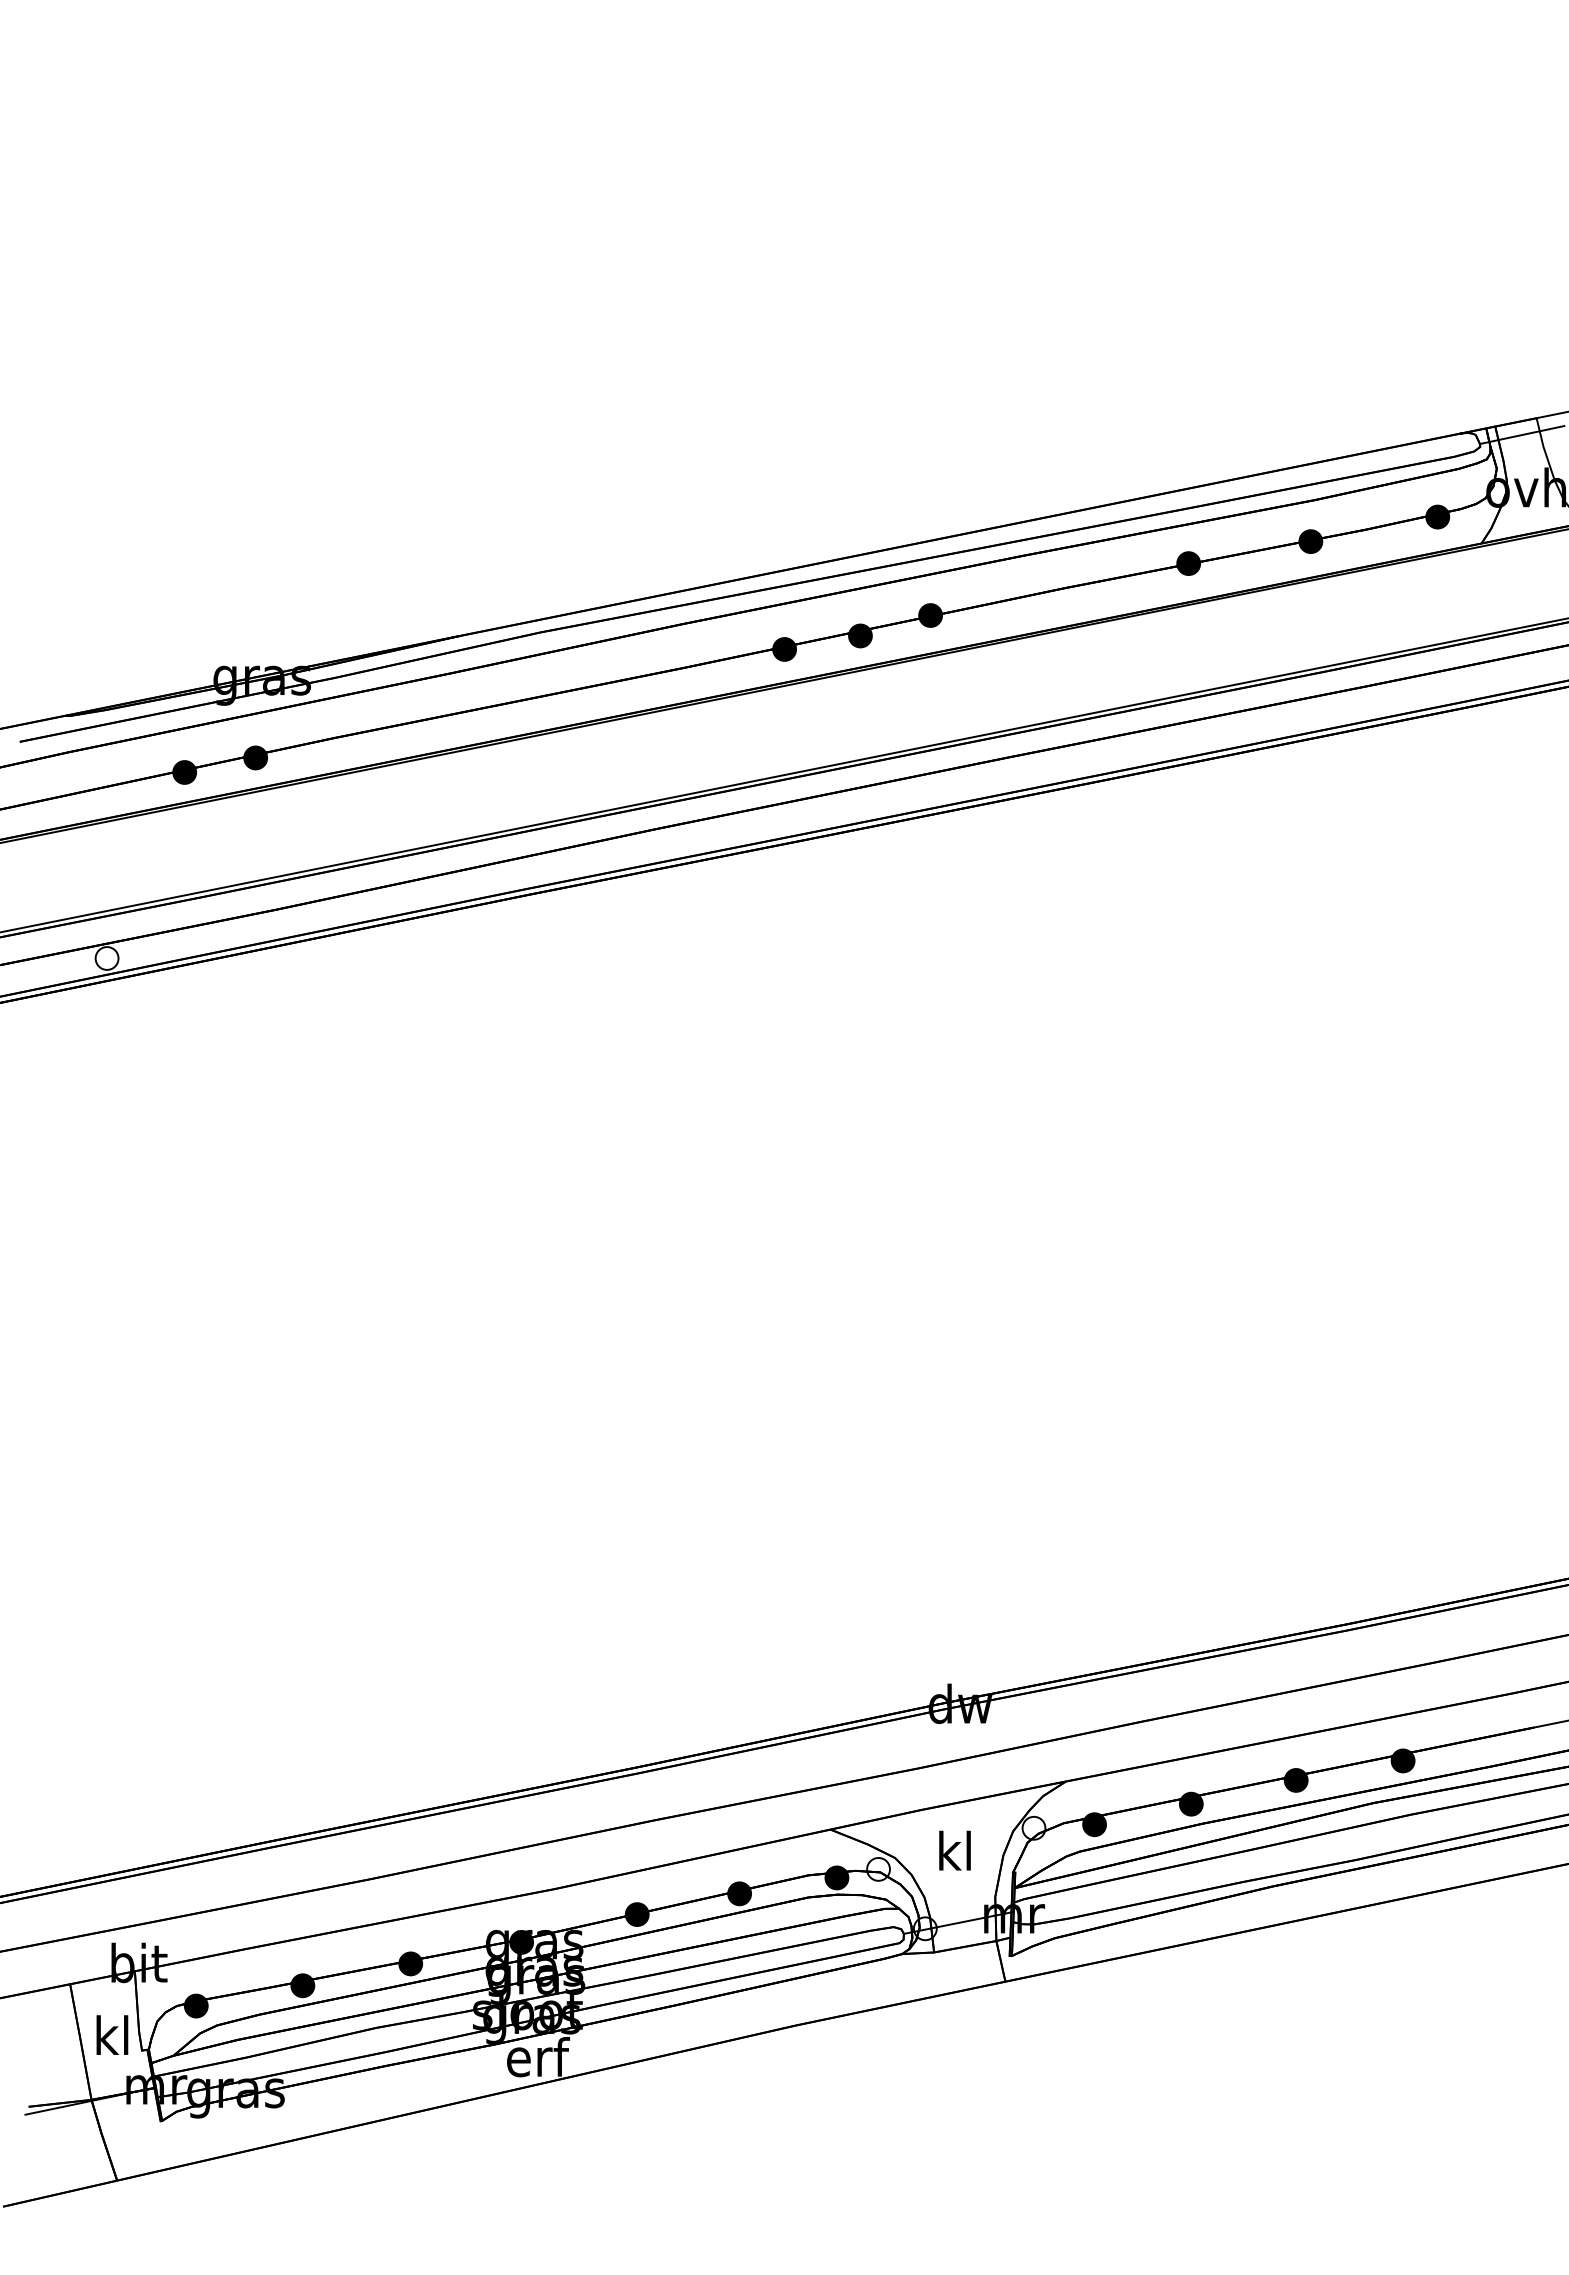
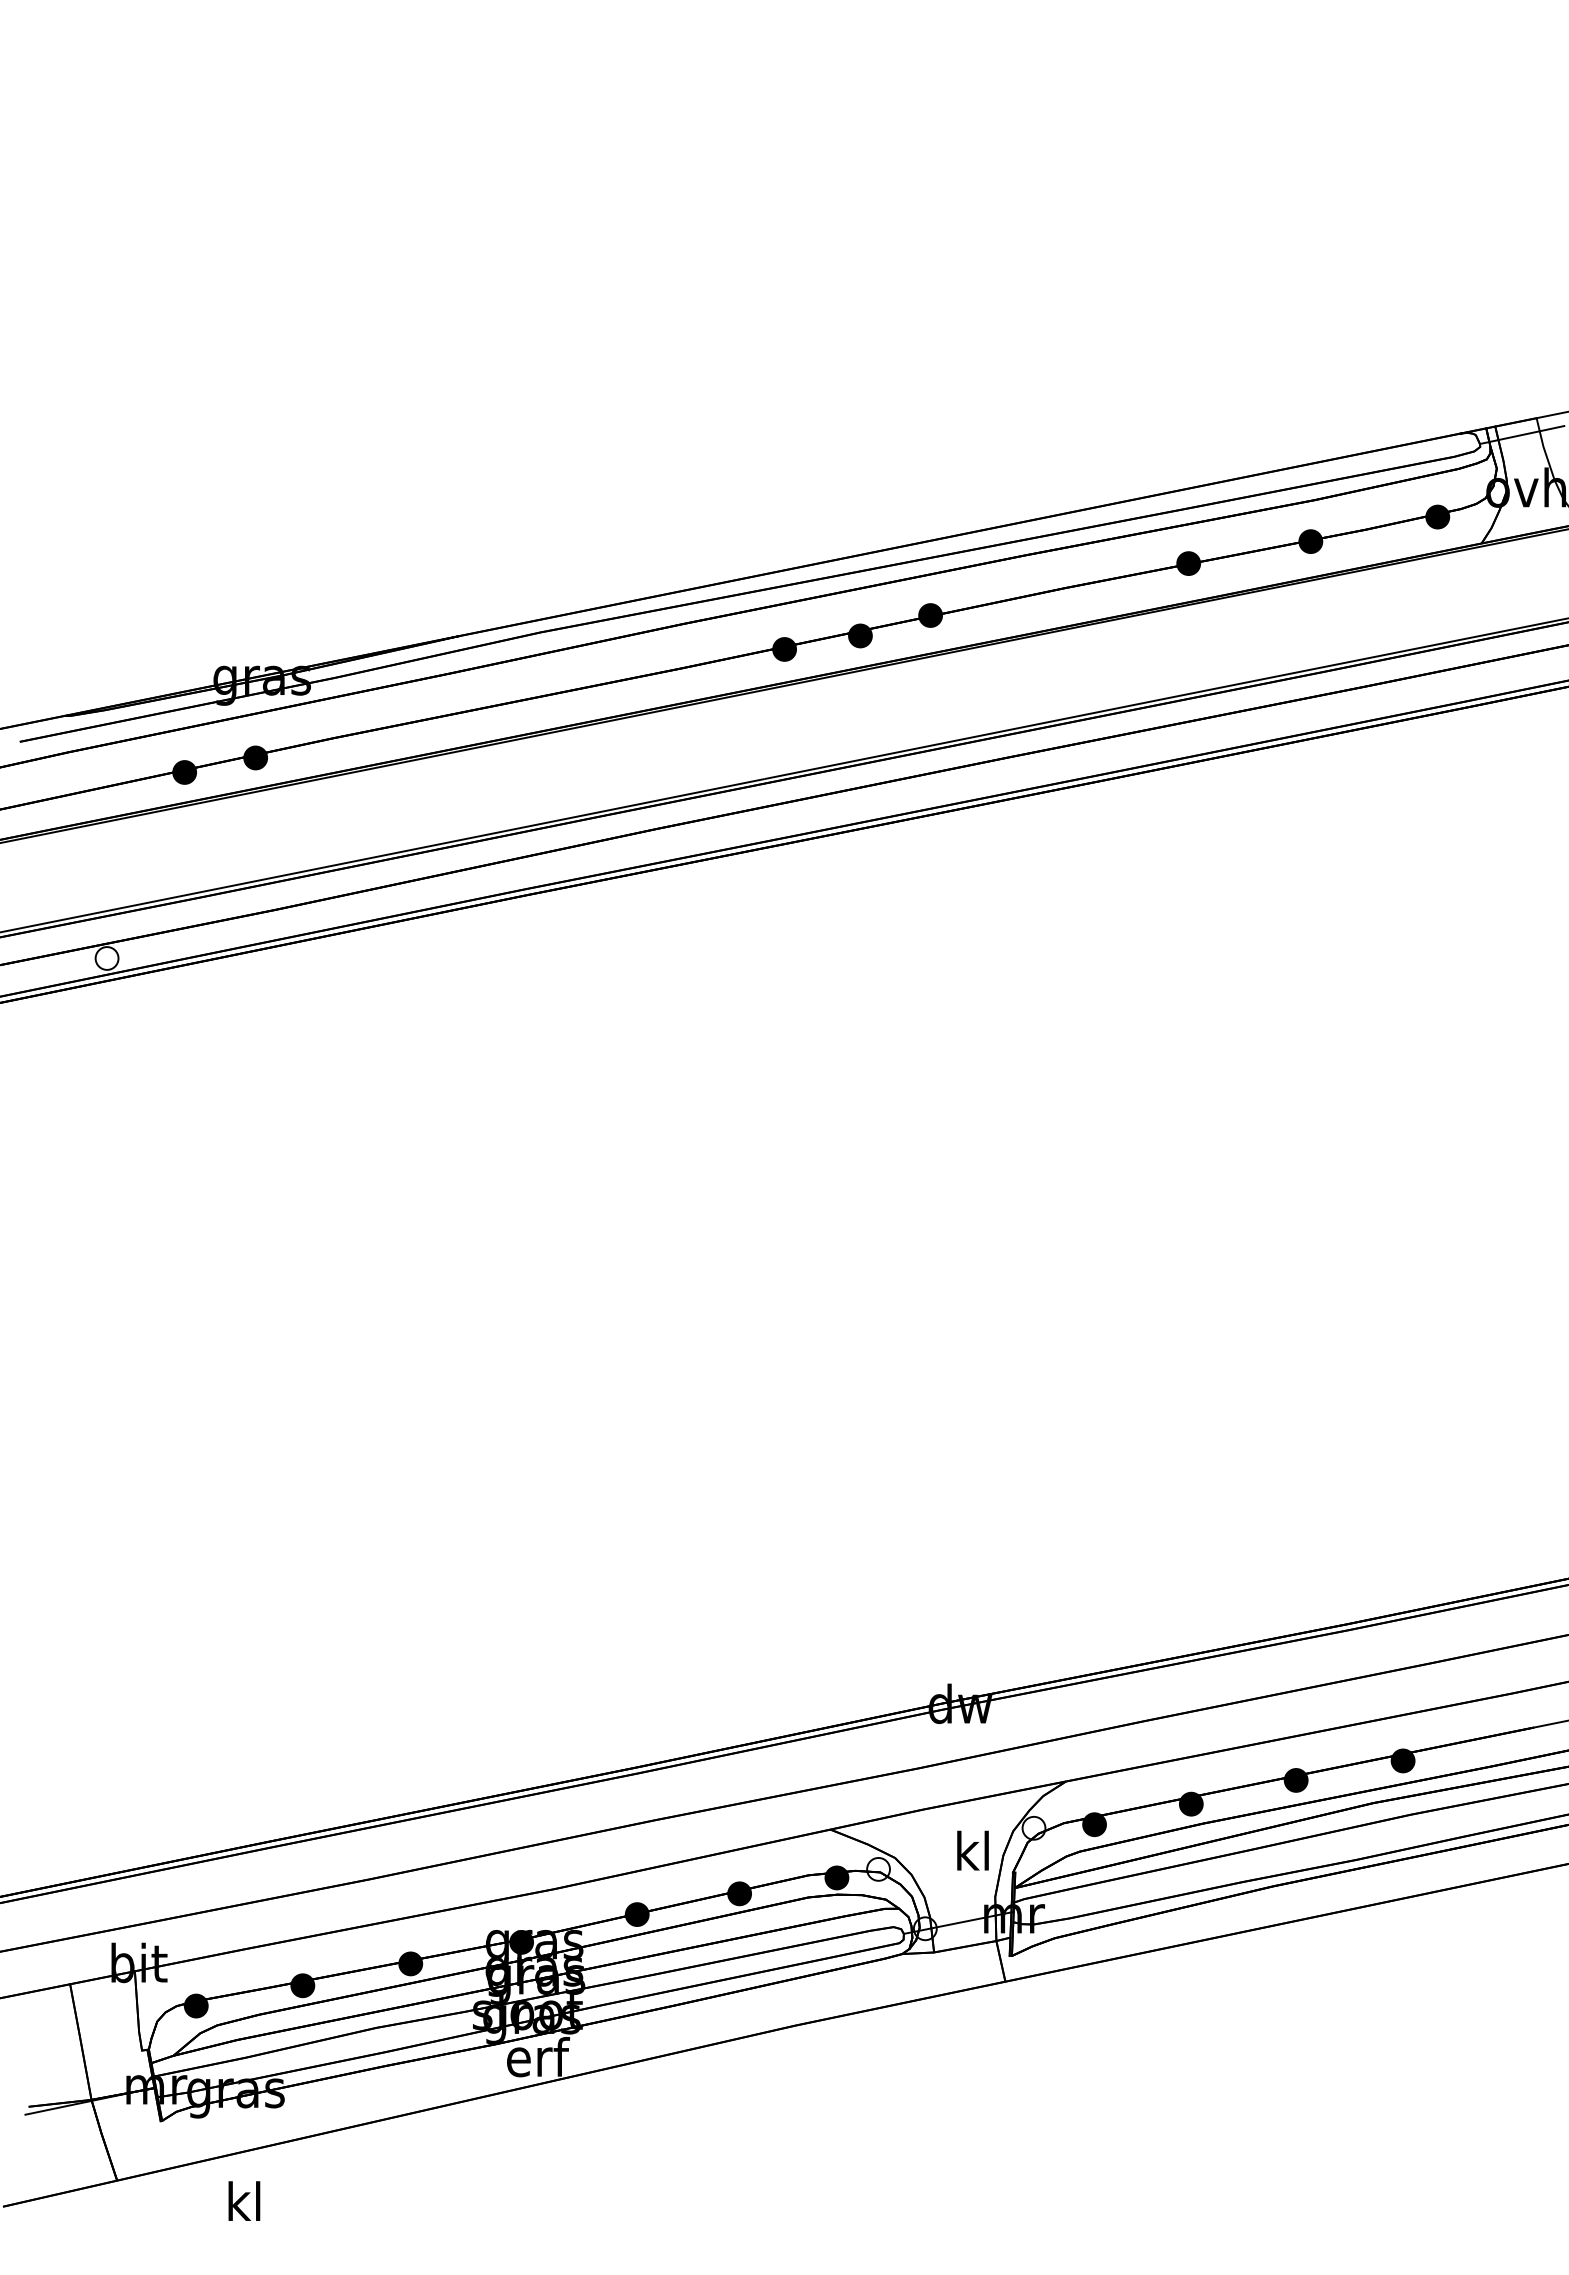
text at (954, 1850) position: (954, 1850) -> (972, 1850)
text at (112, 2034) position: (112, 2034) -> (244, 2200)
